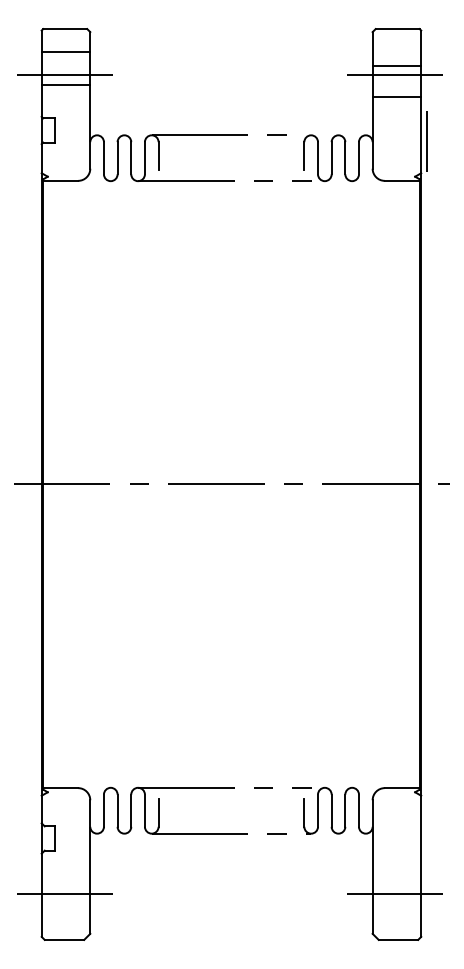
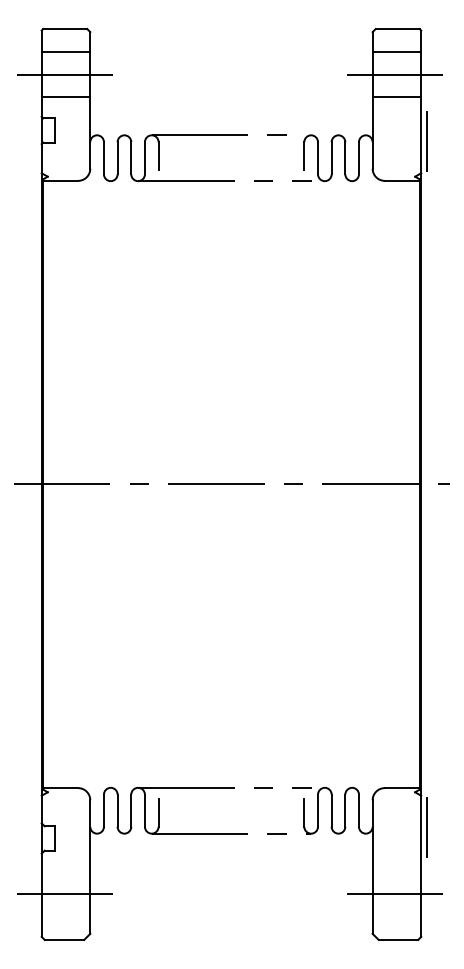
line at (396, 65) position: (396, 65) -> (396, 51)
line at (65, 85) position: (65, 85) -> (65, 97)
line at (427, 827): none -> present
